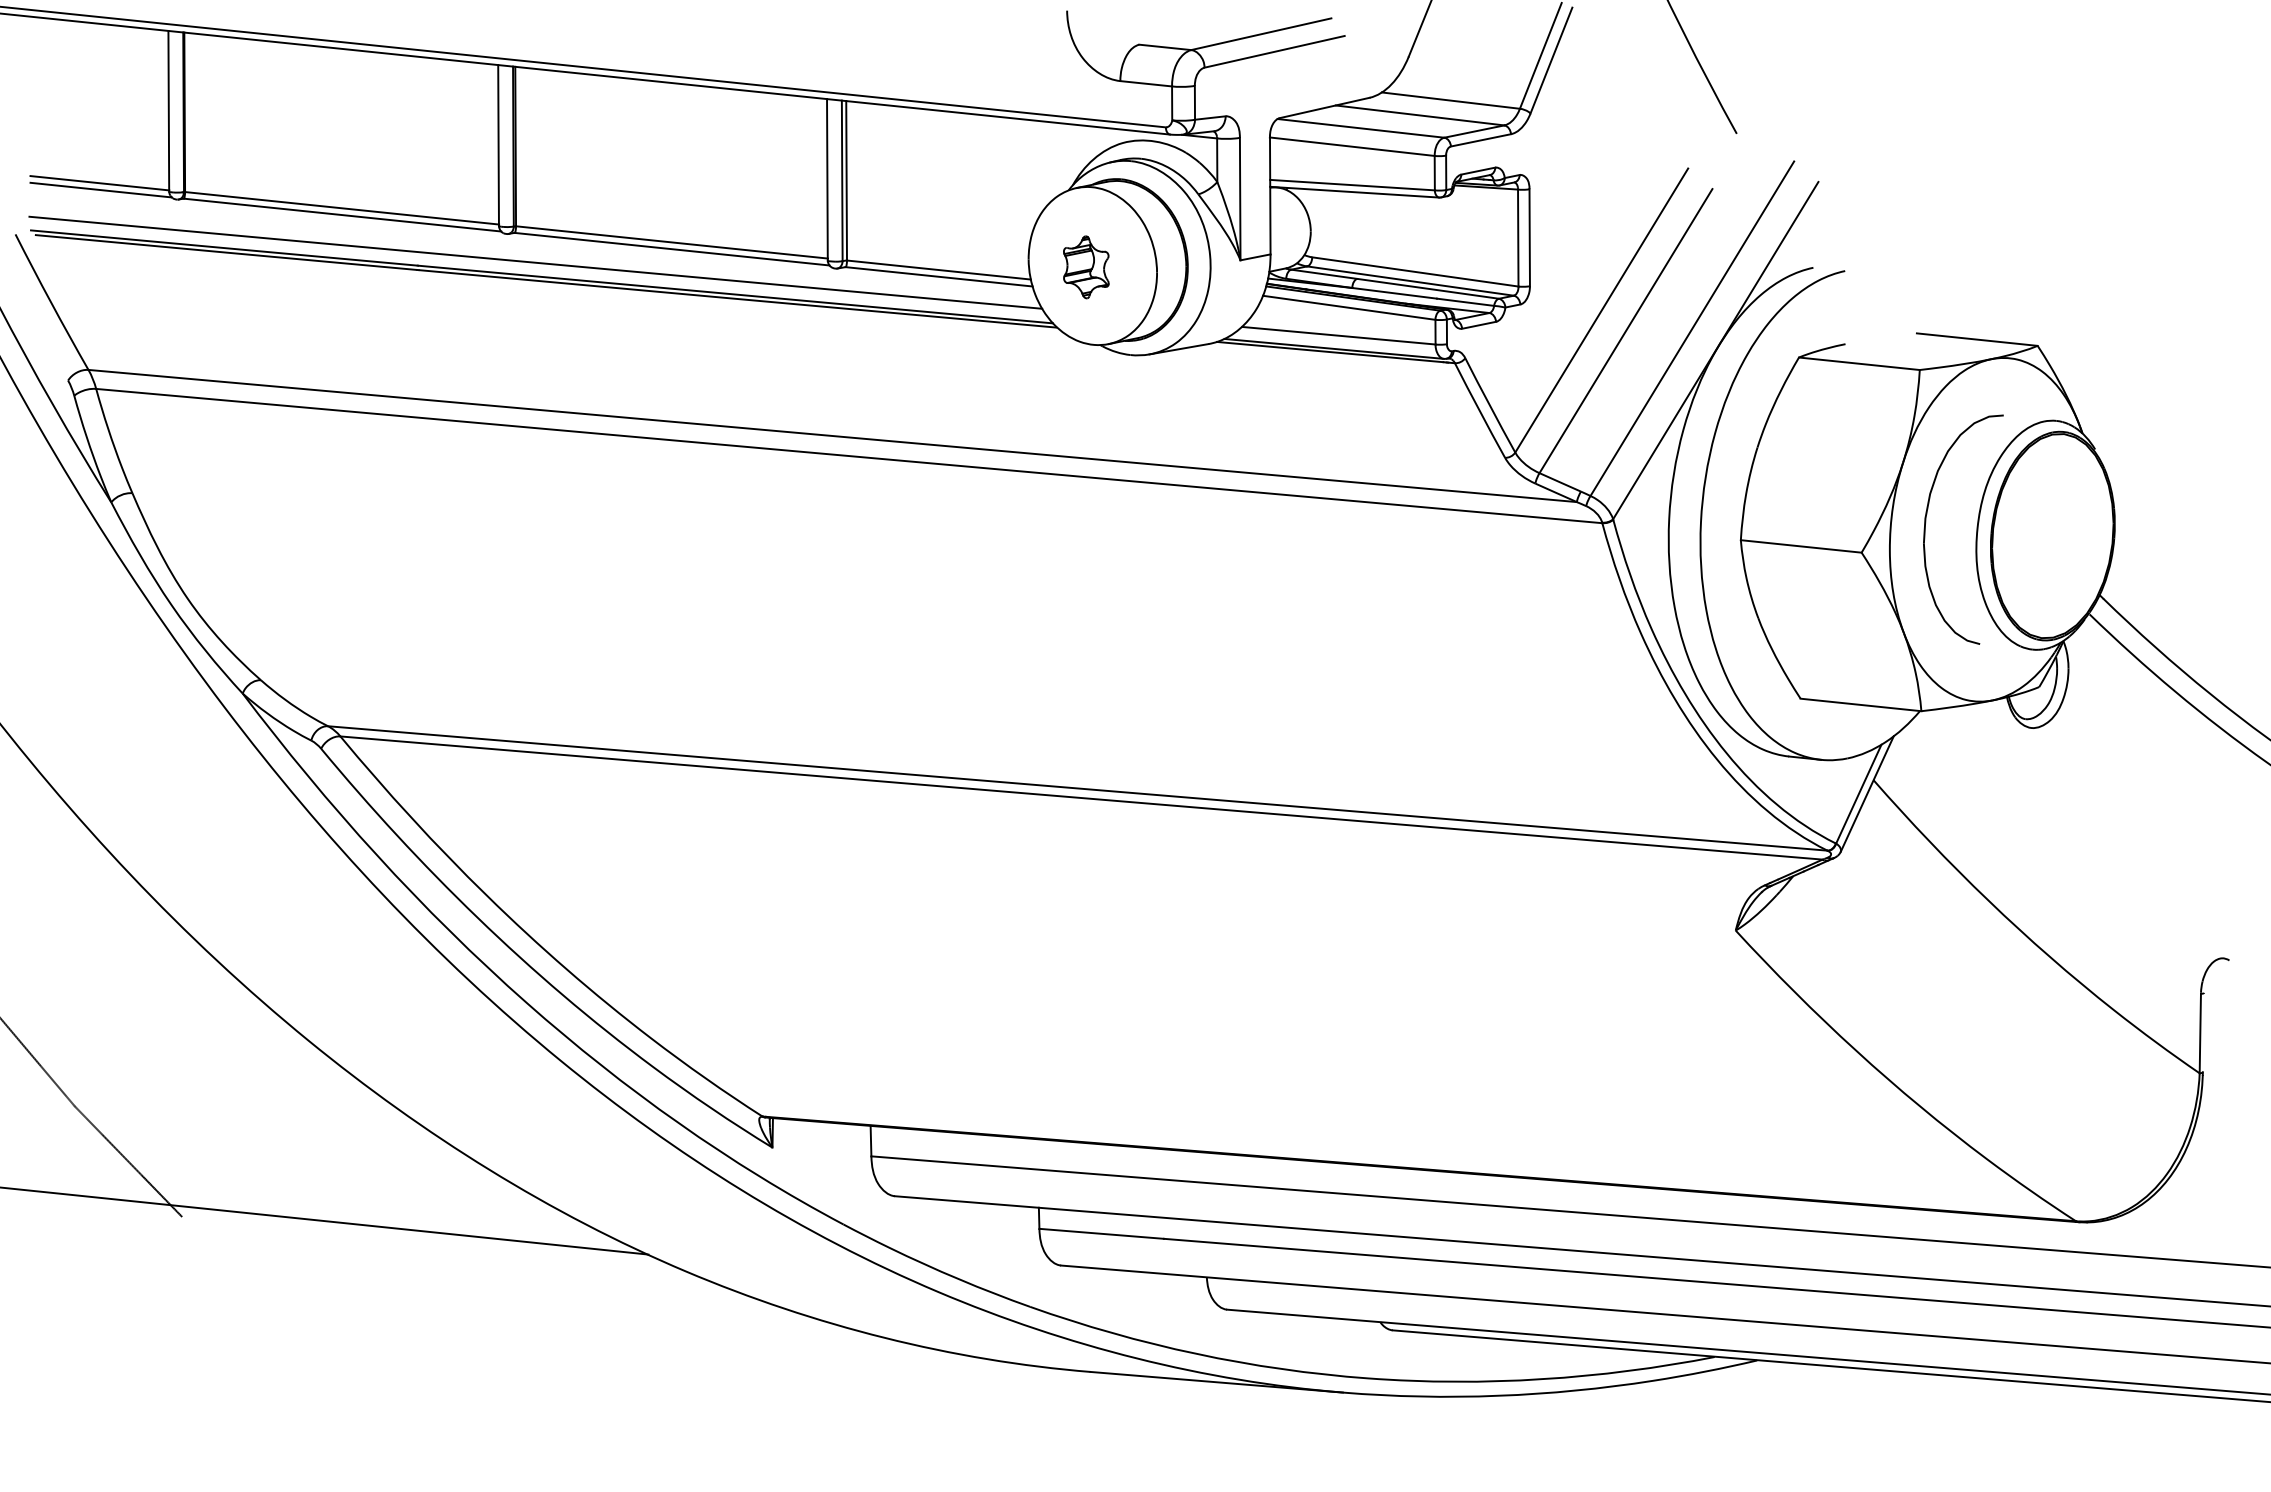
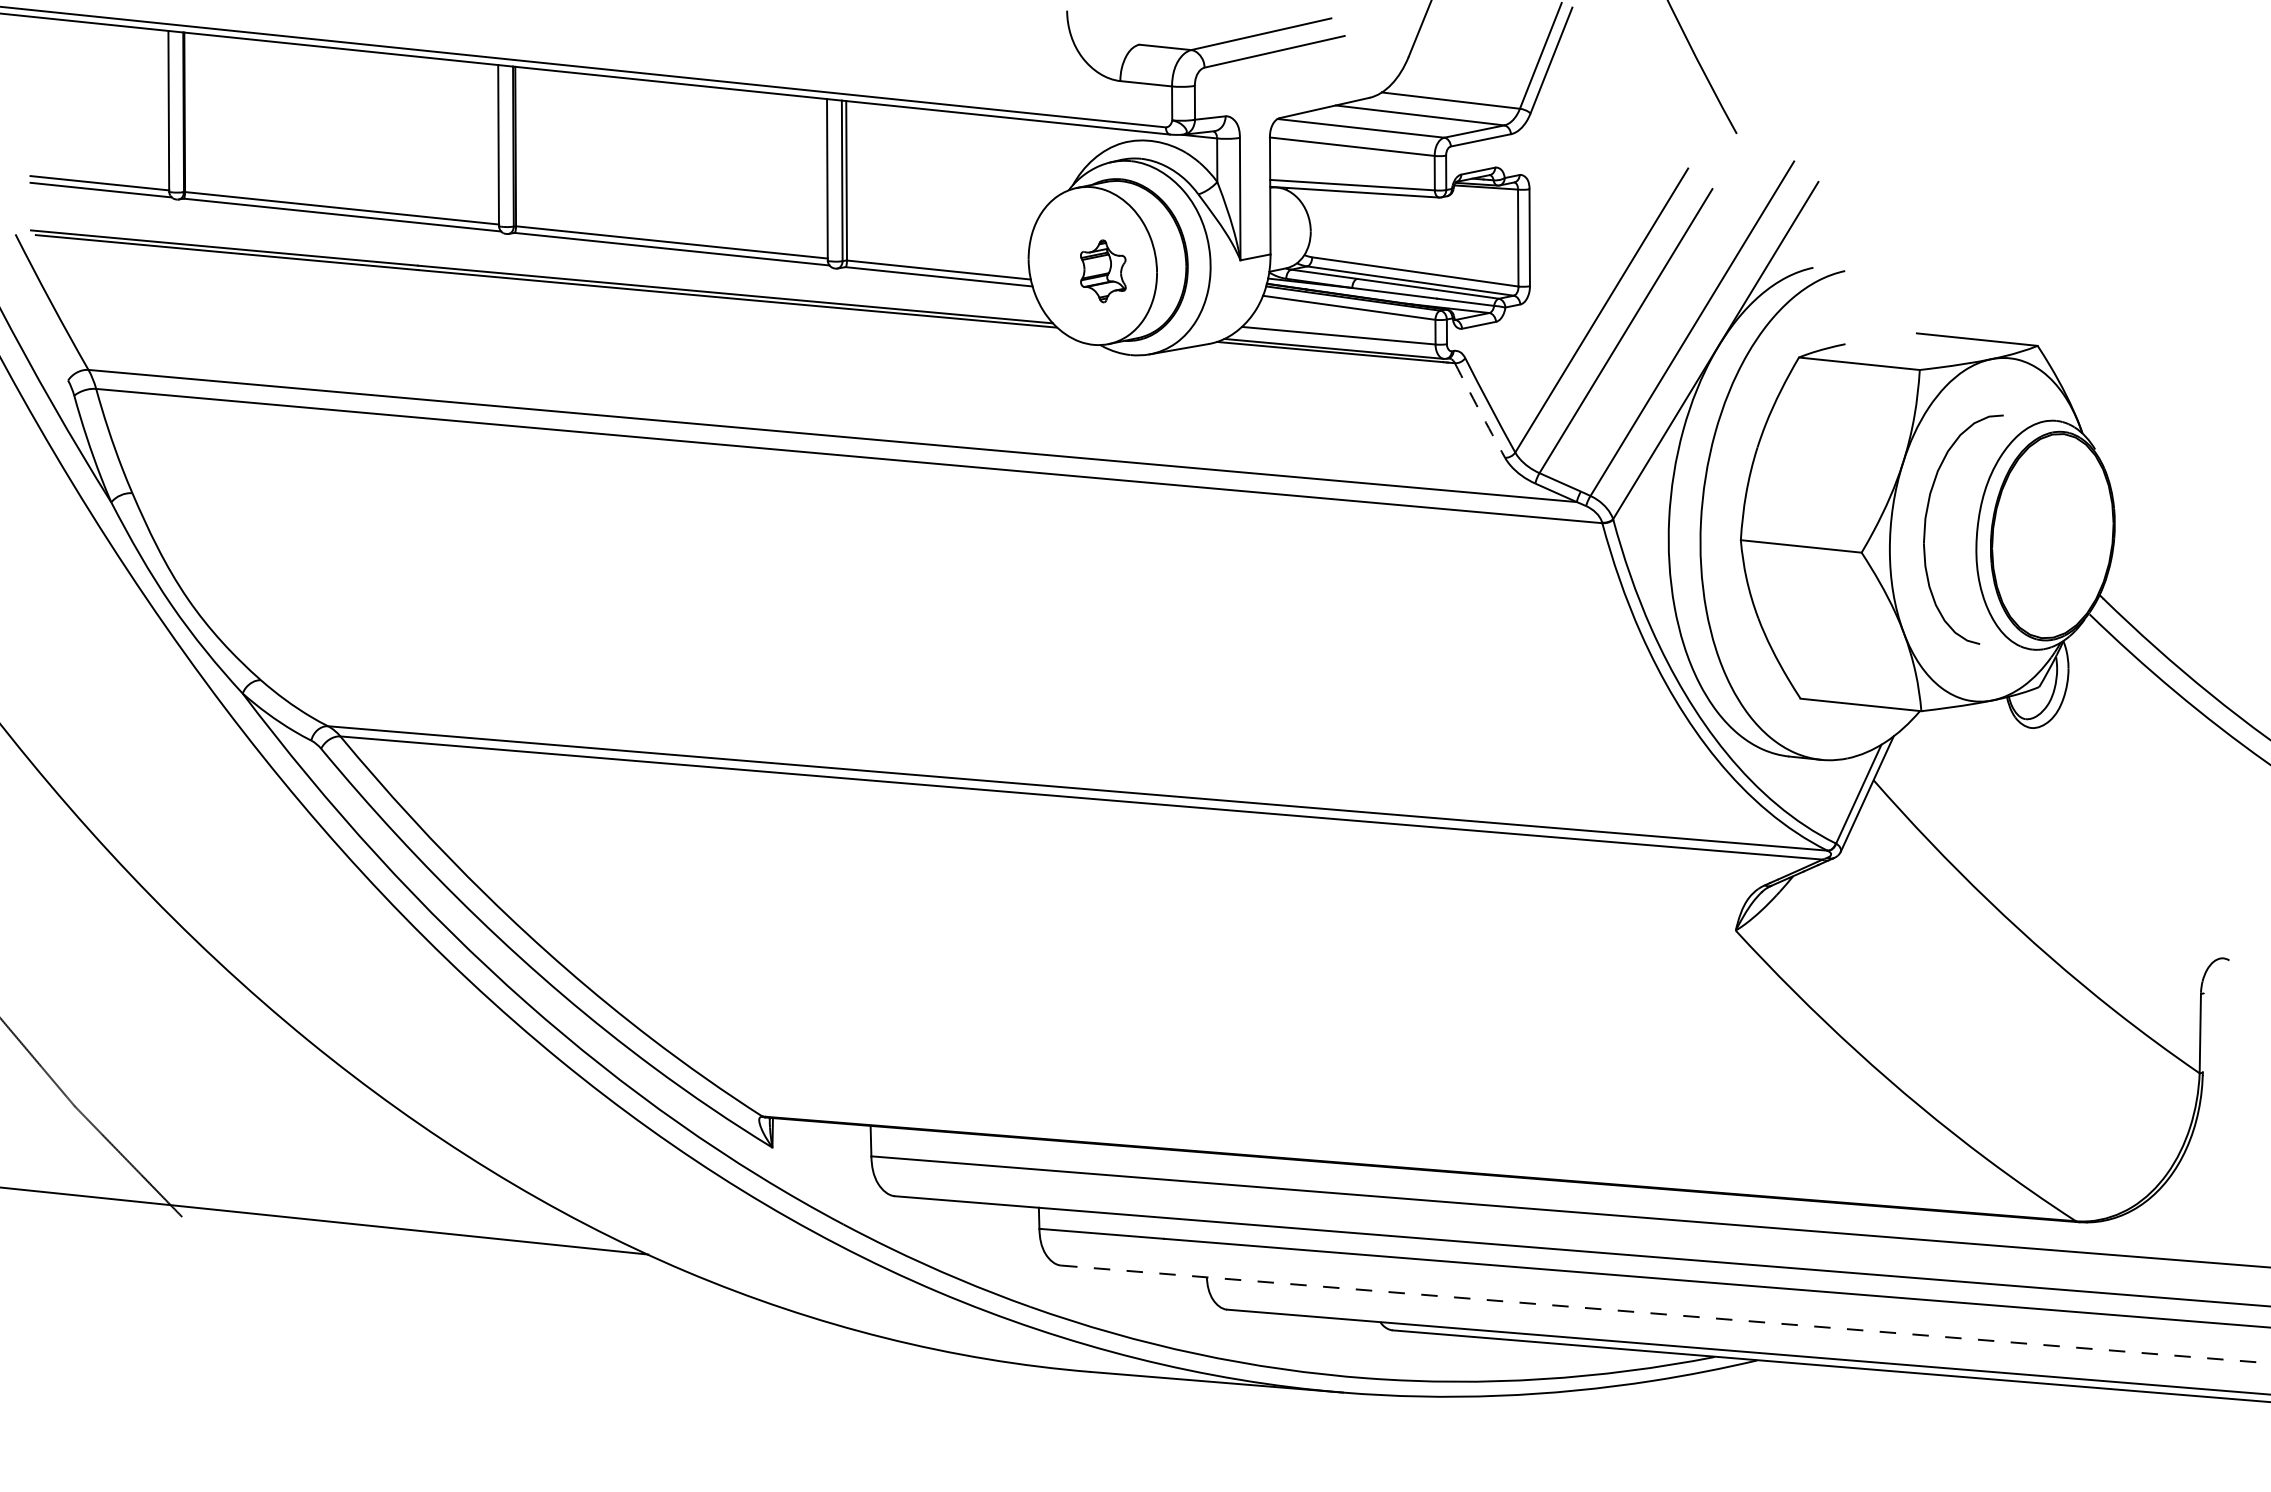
line at (535, 262): present -> none
part at (1086, 267) position: (1086, 267) -> (1103, 271)
arc at (1479, 410): solid -> dashed
line at (1665, 1314): solid -> dashed
